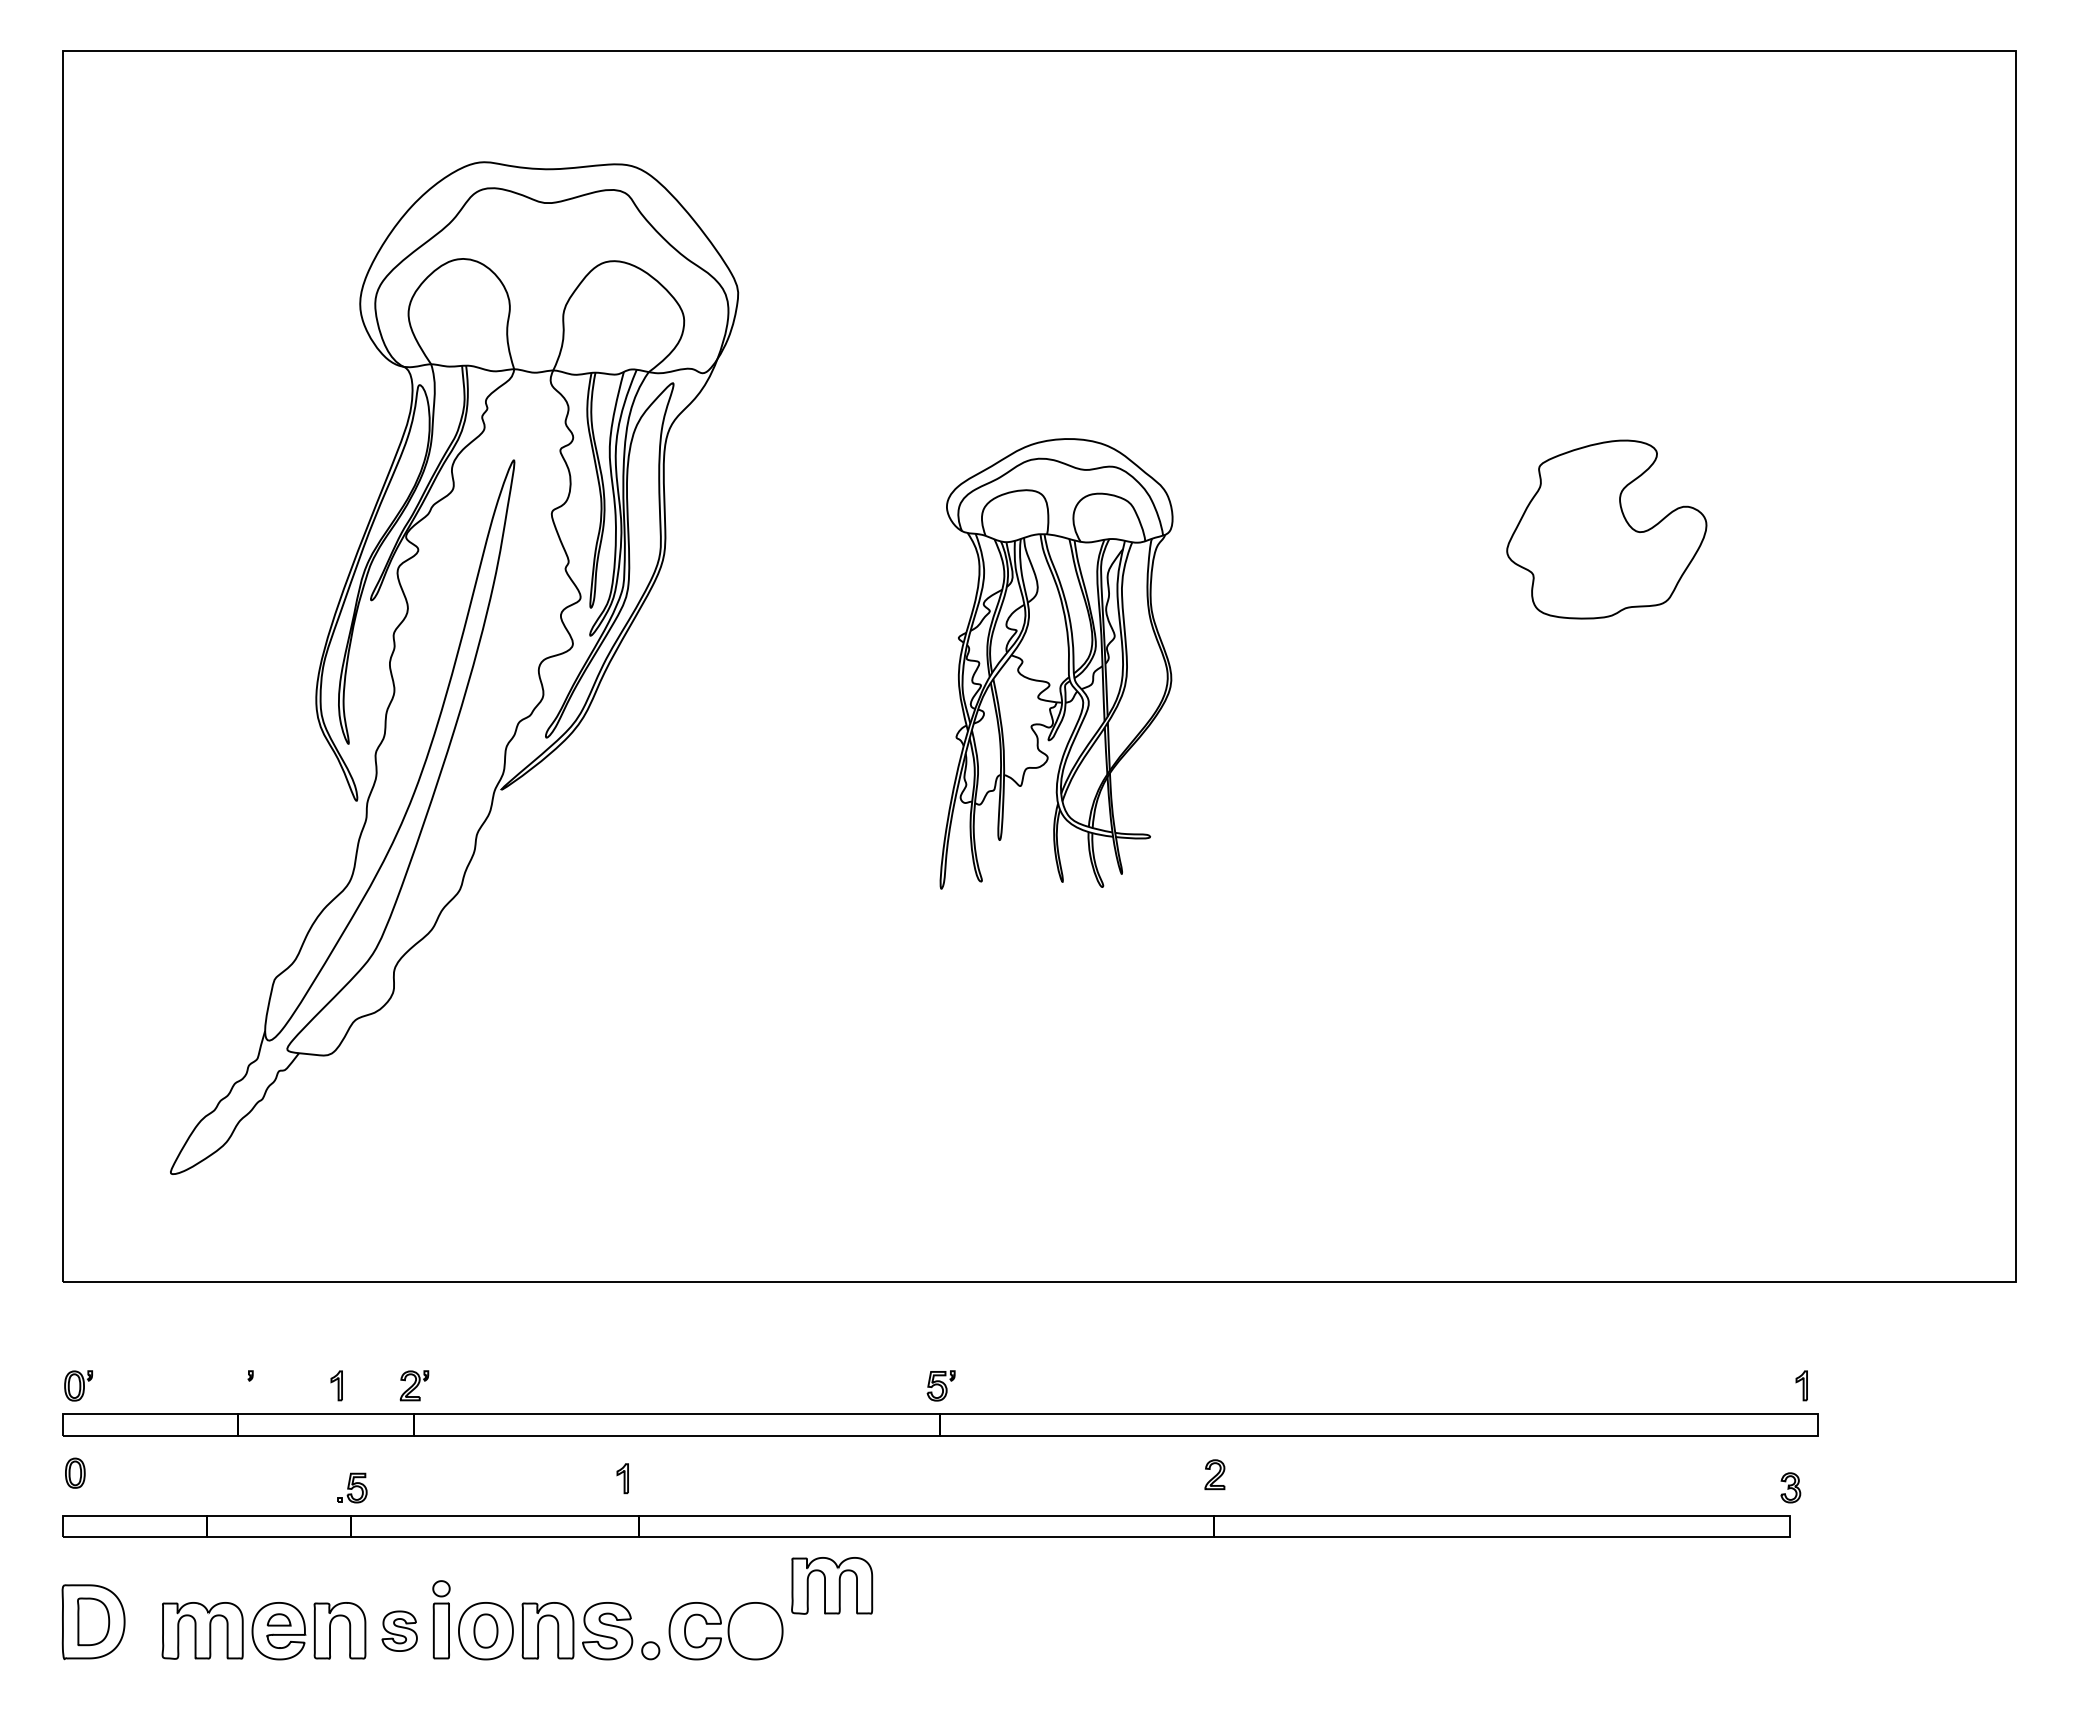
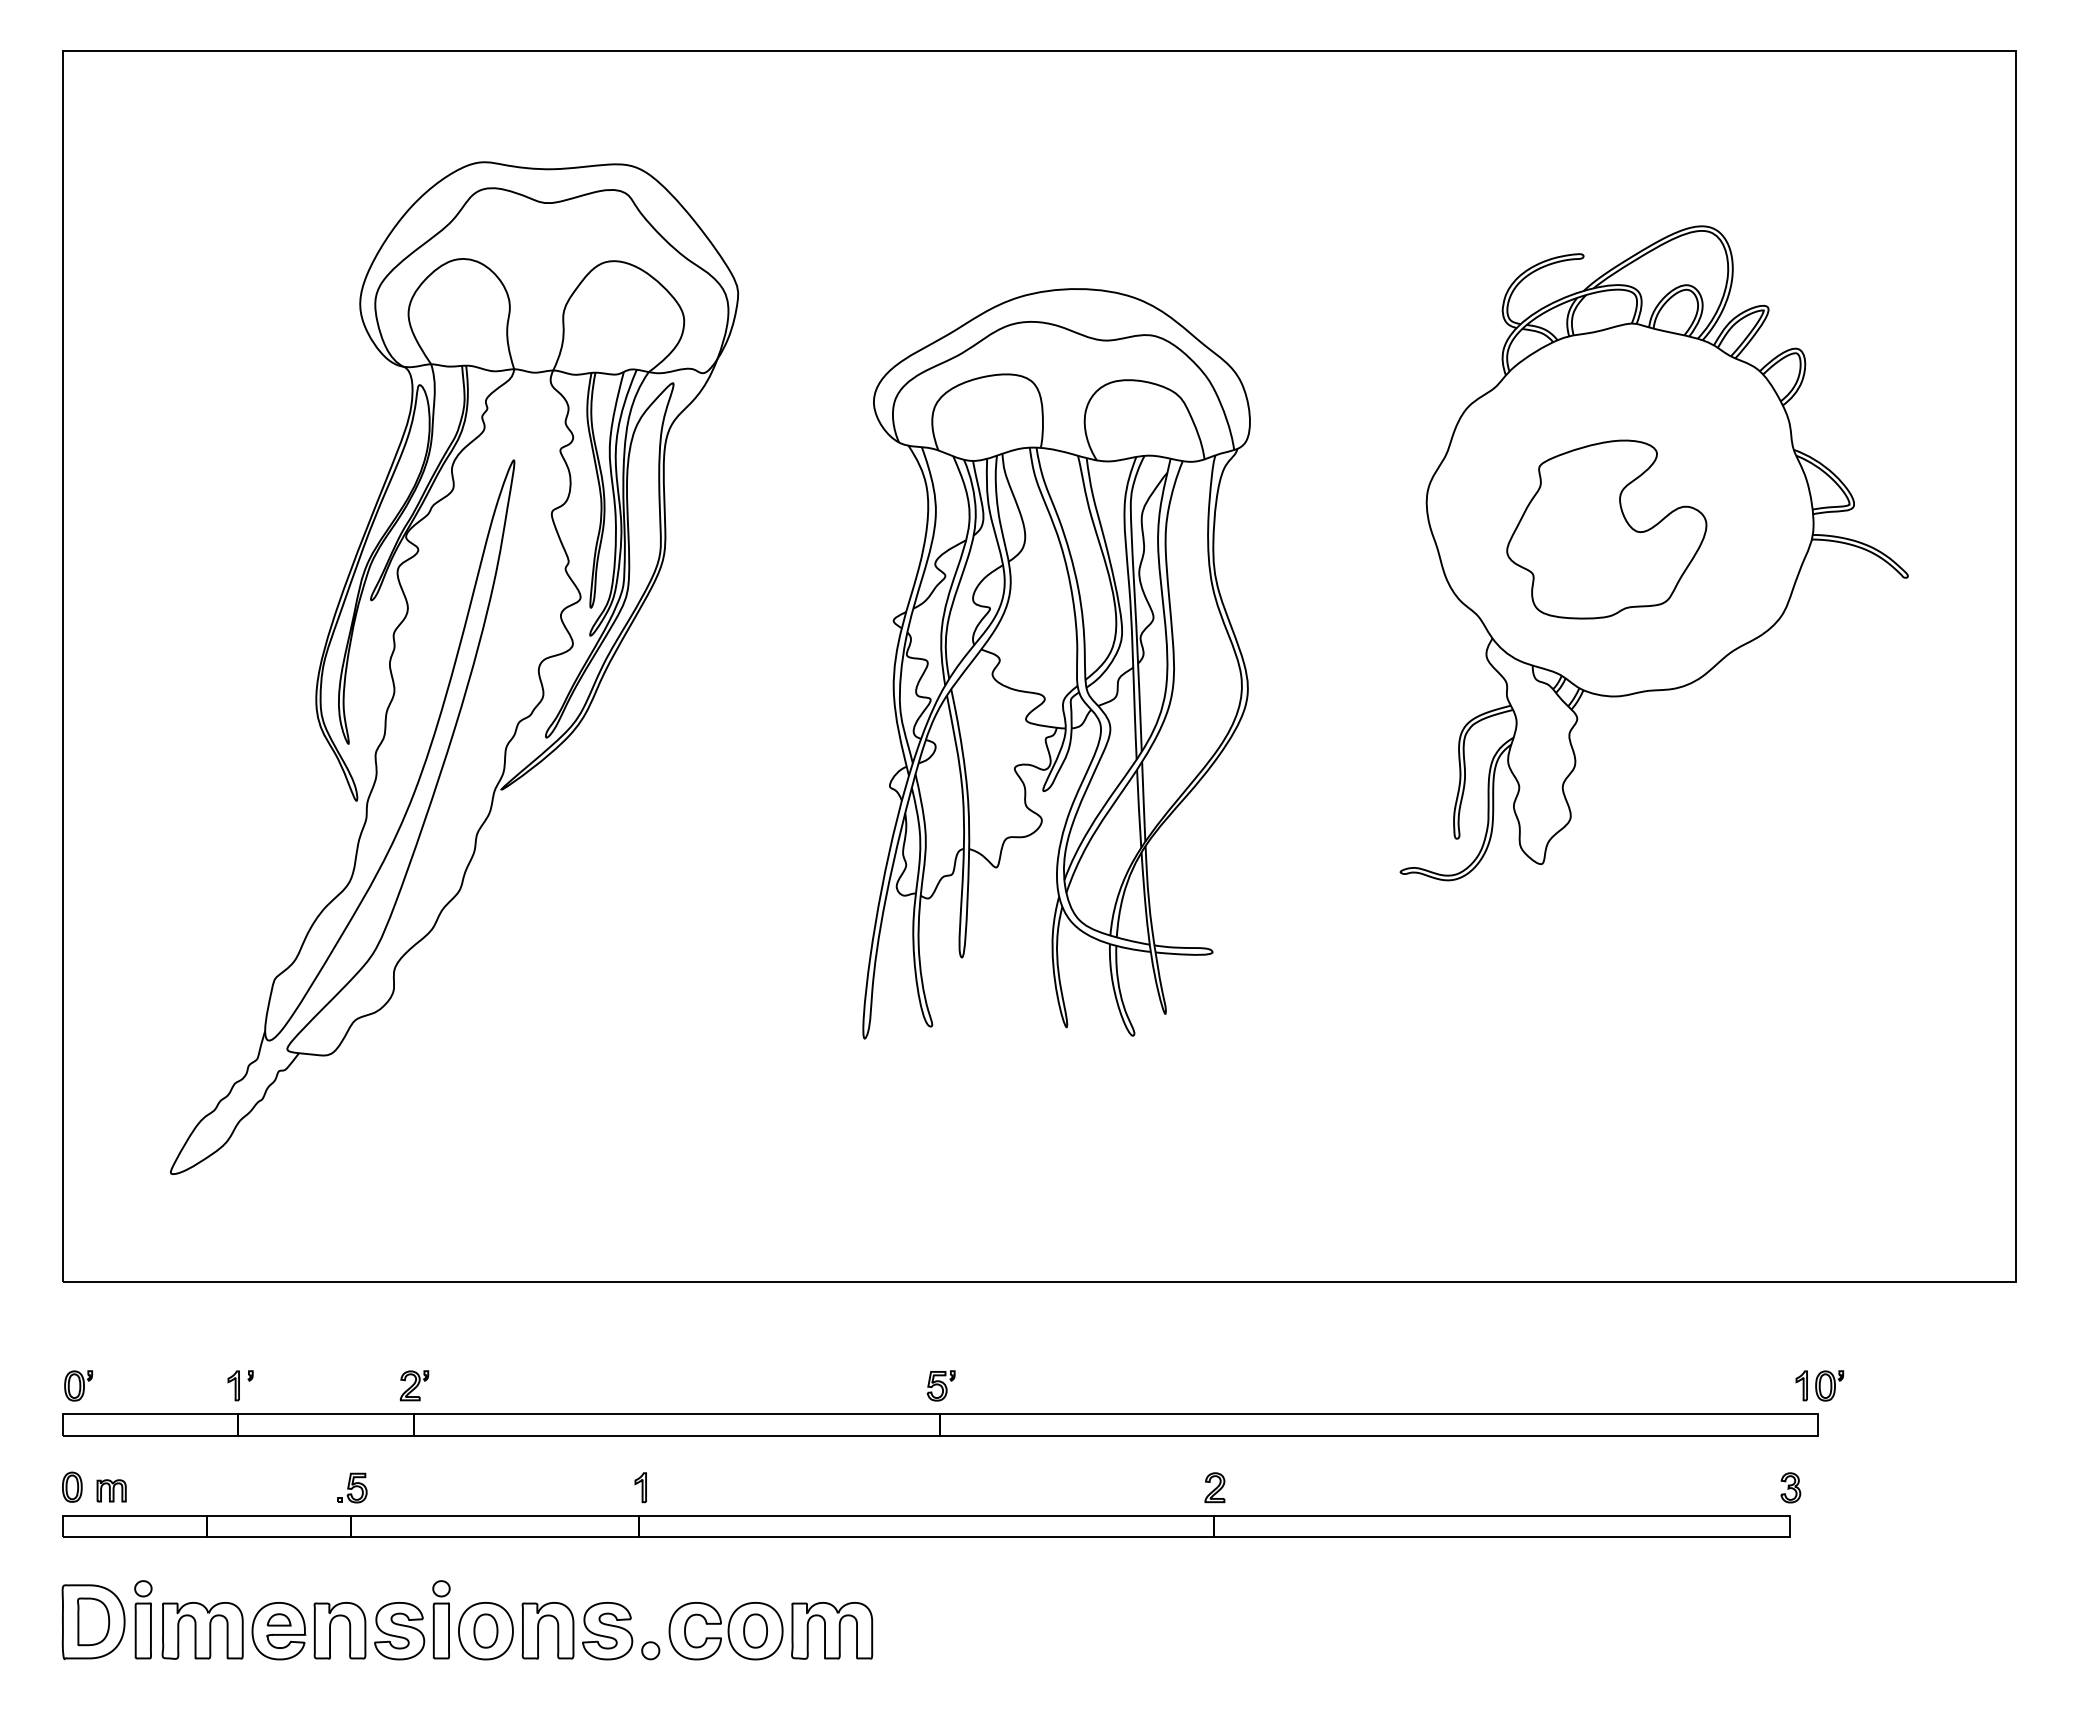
part at (1653, 553): none -> present
part at (1056, 663) size: 235x452 px -> 389x752 px
part at (336, 1385) position: (336, 1385) -> (233, 1385)
part at (1829, 1385): none -> present
part at (75, 1472) position: (75, 1472) -> (72, 1486)
part at (1214, 1474) position: (1214, 1474) -> (1214, 1487)
part at (622, 1478) position: (622, 1478) -> (640, 1487)
part at (111, 1490): none -> present
part at (832, 1585) position: (832, 1585) -> (832, 1630)
part at (143, 1619): none -> present
part at (399, 1630) size: 37x42 px -> 52x59 px
part at (755, 1630): none -> present
